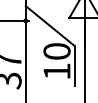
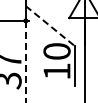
line at (50, 26): solid -> dashed
line at (25, 61): solid -> dashed
